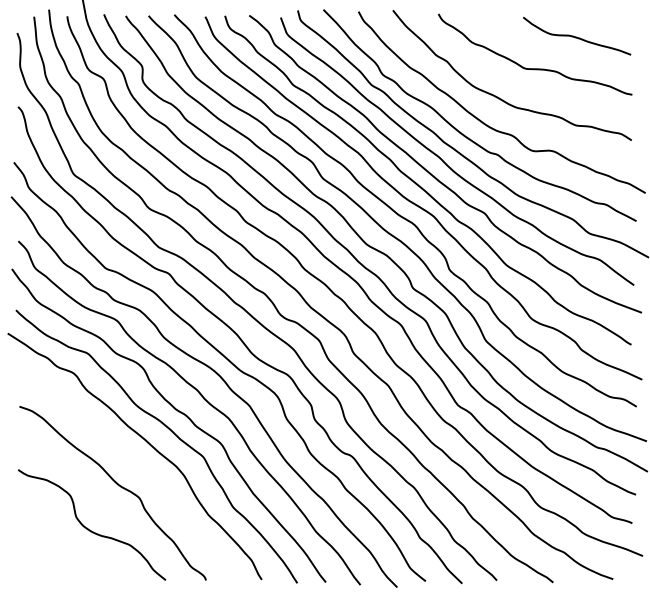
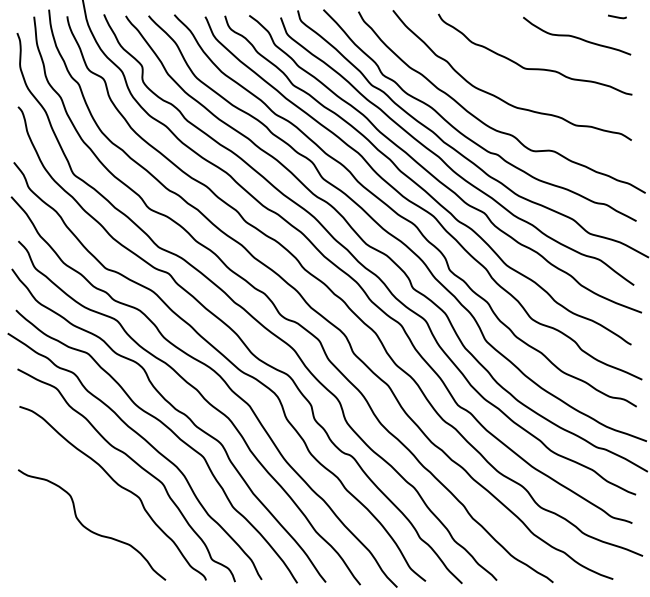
line at (617, 16): none -> present
curve at (136, 464): none -> present
